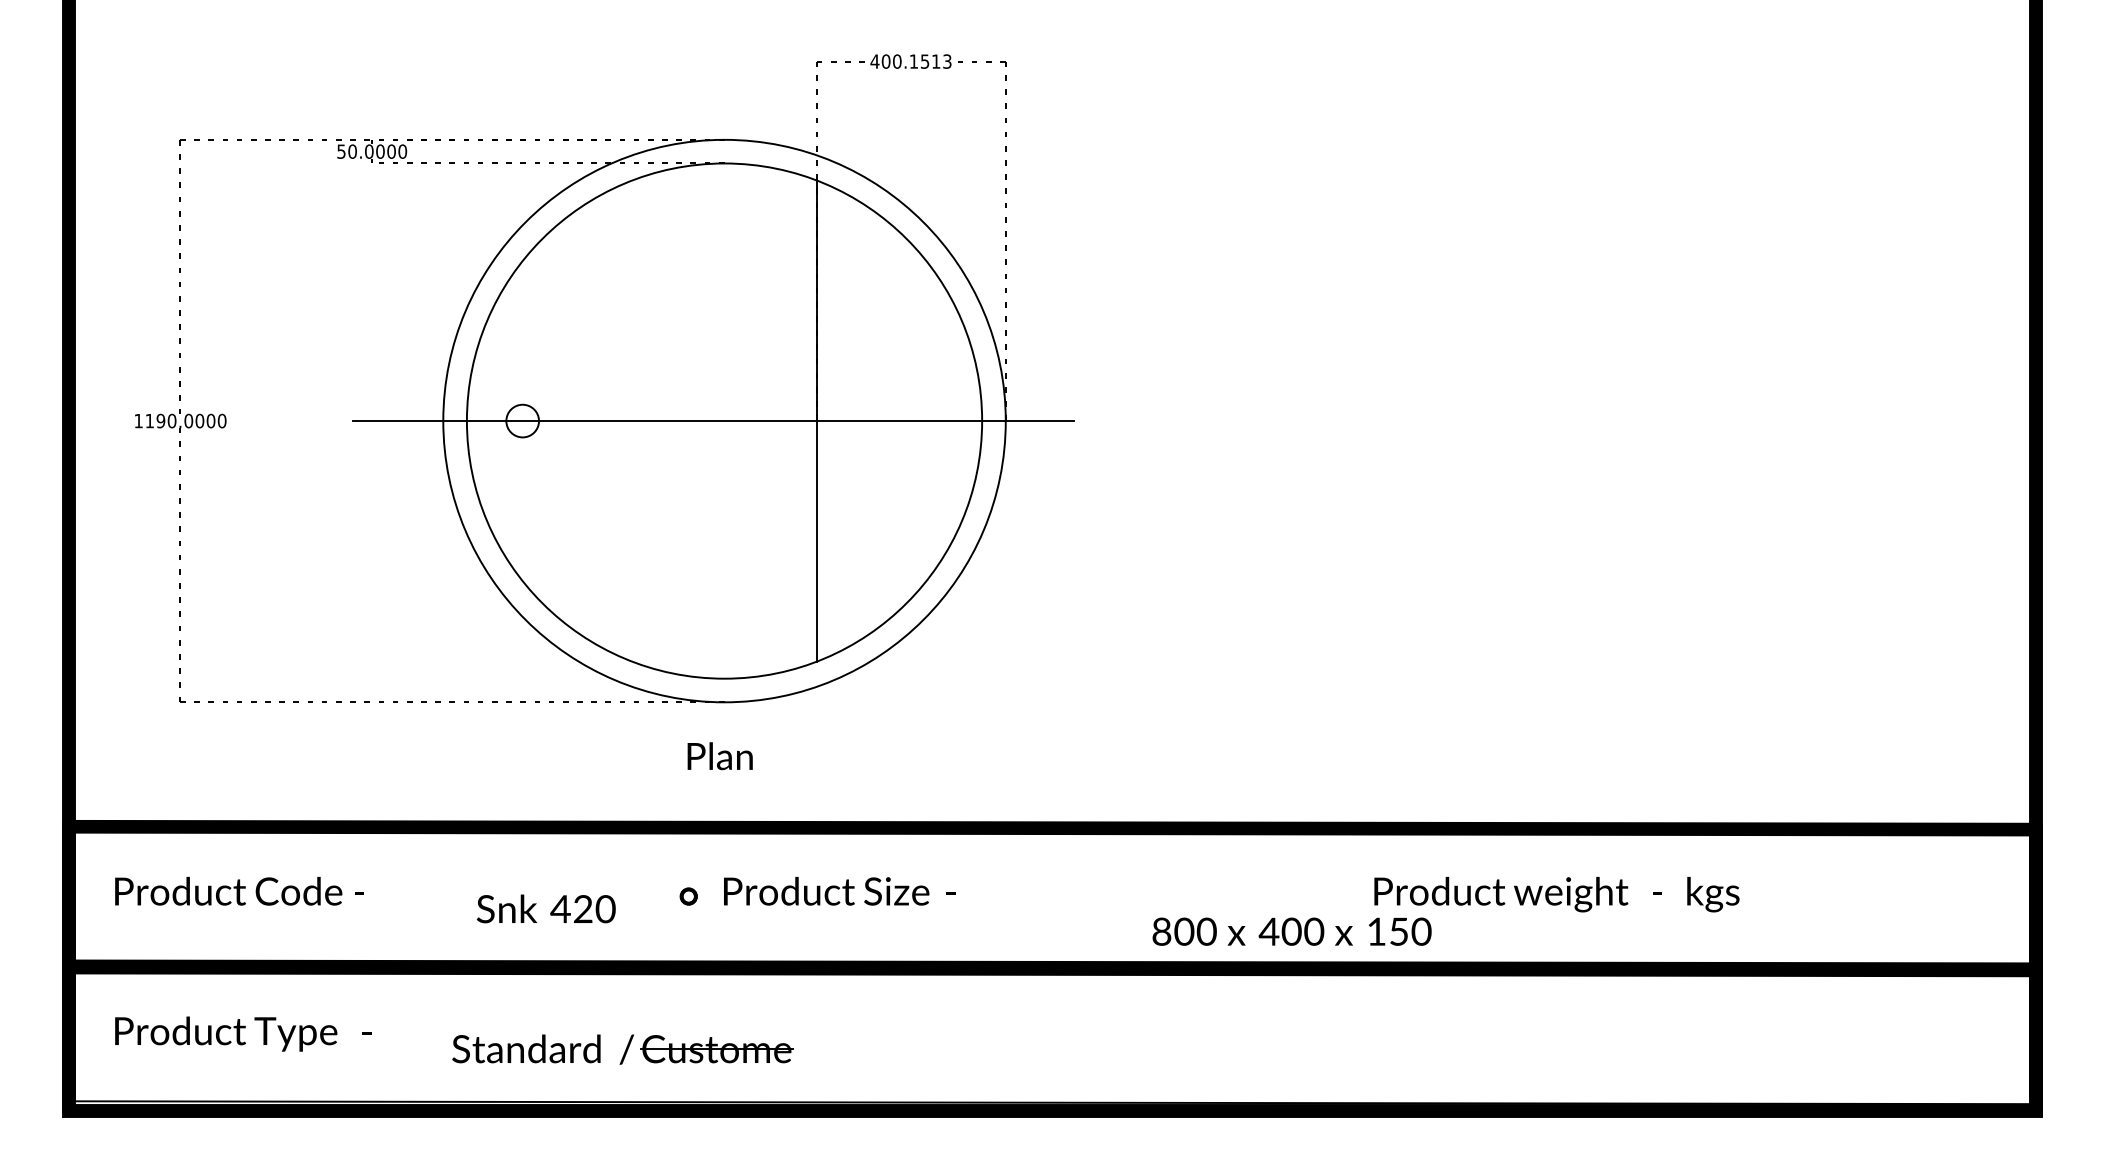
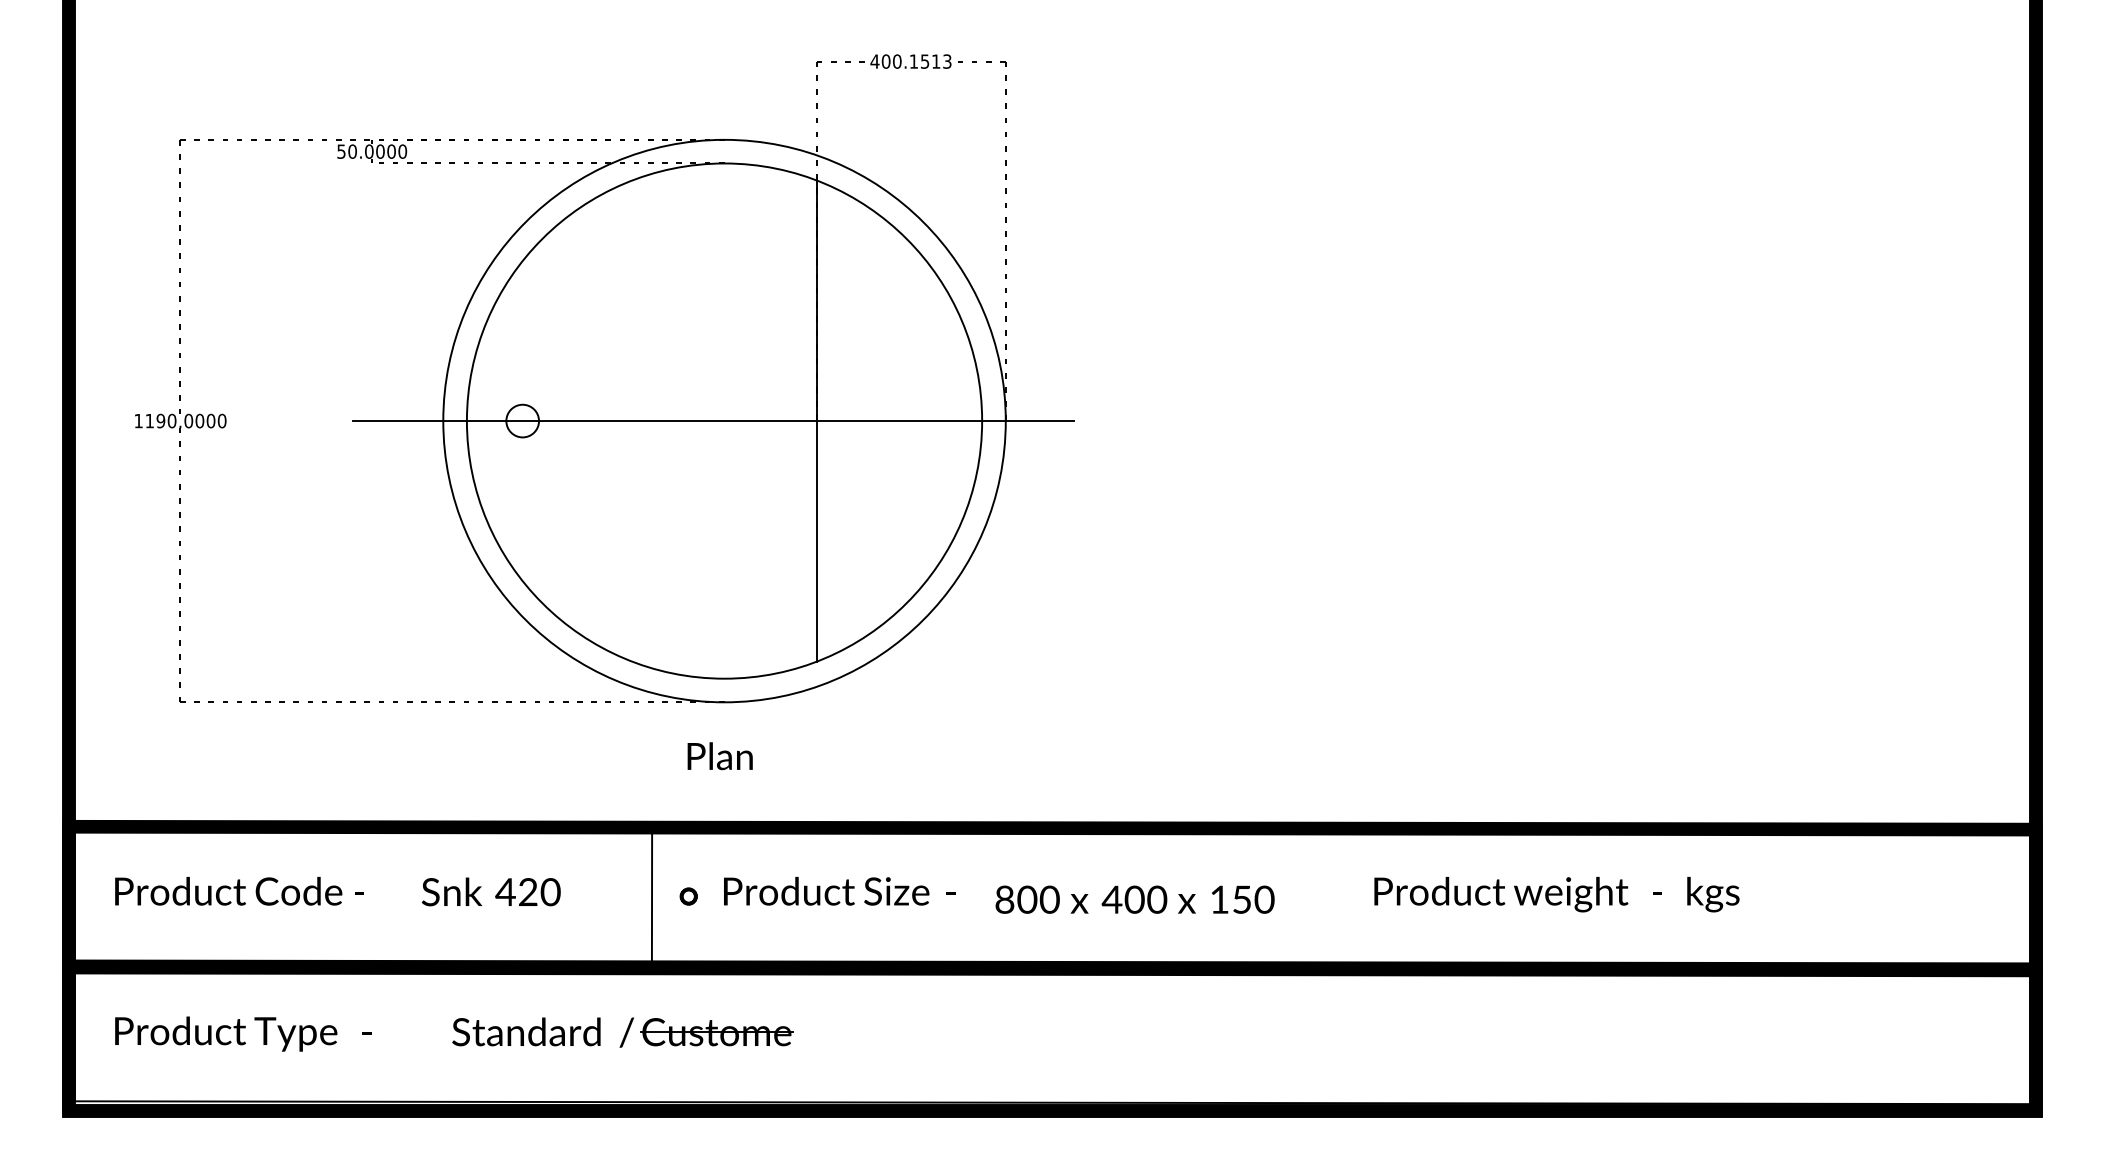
line at (651, 896): none -> present
text at (546, 908) position: (546, 908) -> (491, 891)
text at (1291, 931) position: (1291, 931) -> (1134, 899)
part at (622, 1049) position: (622, 1049) -> (622, 1032)
